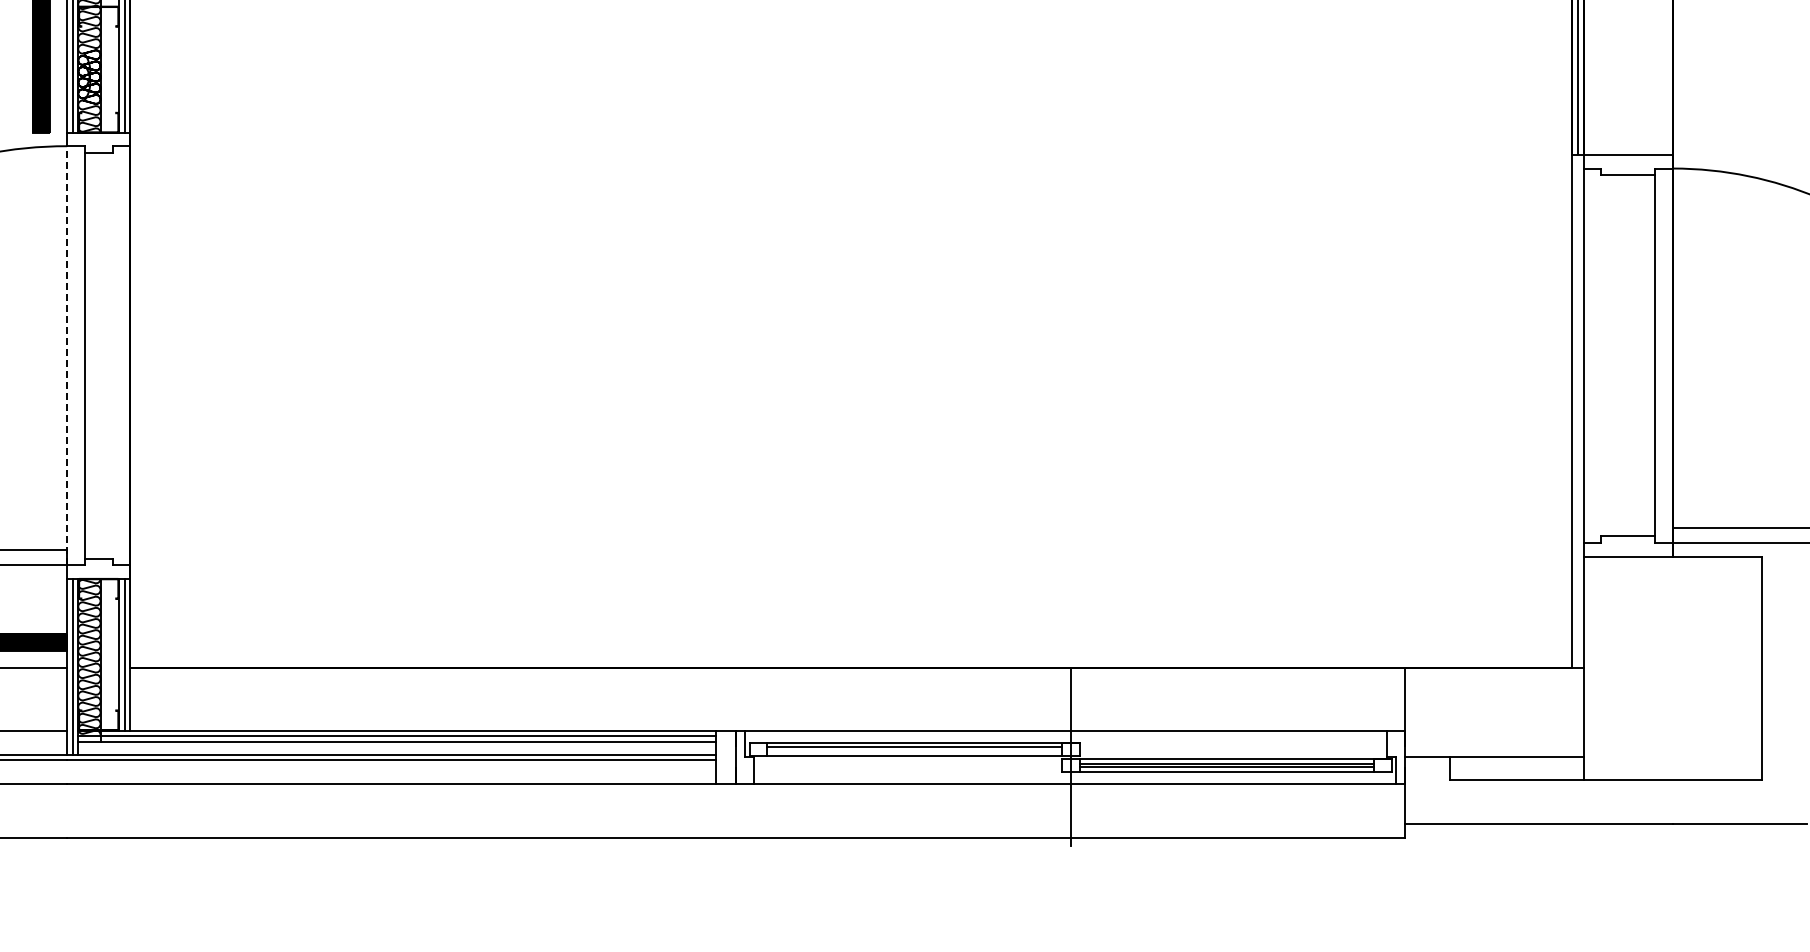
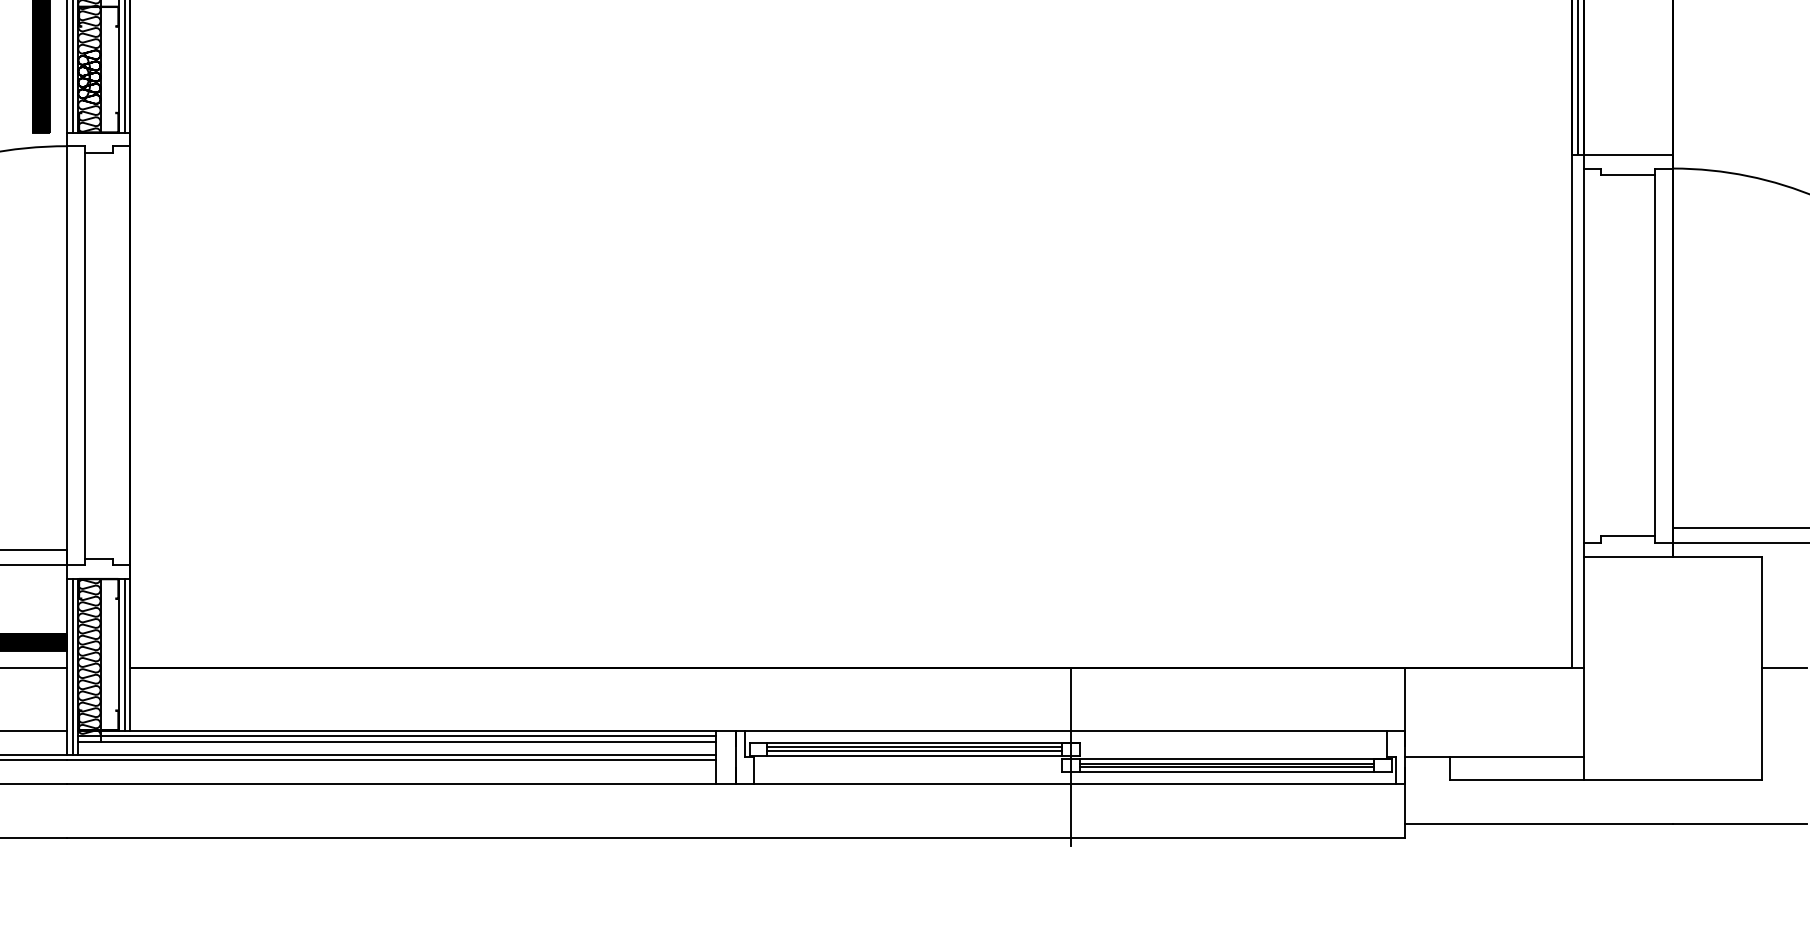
line at (67, 355): dashed -> solid
line at (1783, 668): none -> present
line at (914, 751): none -> present
